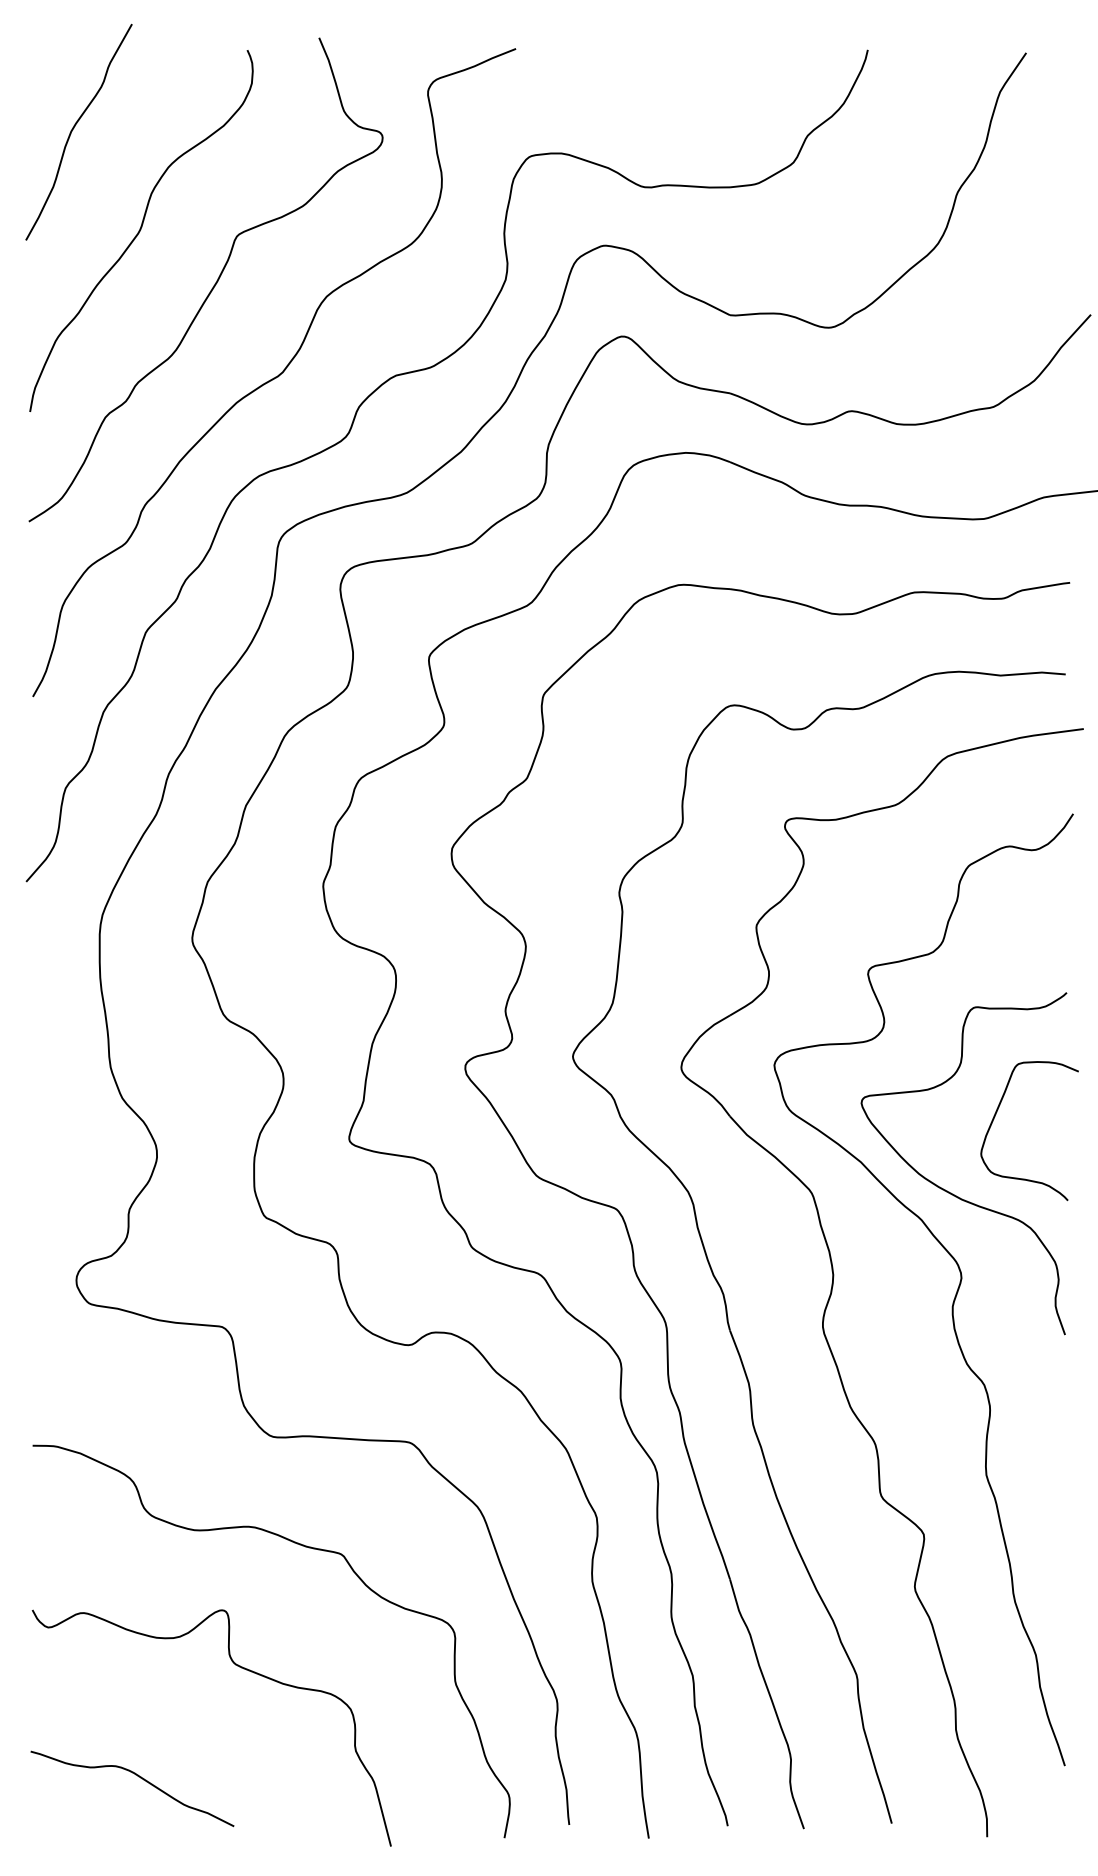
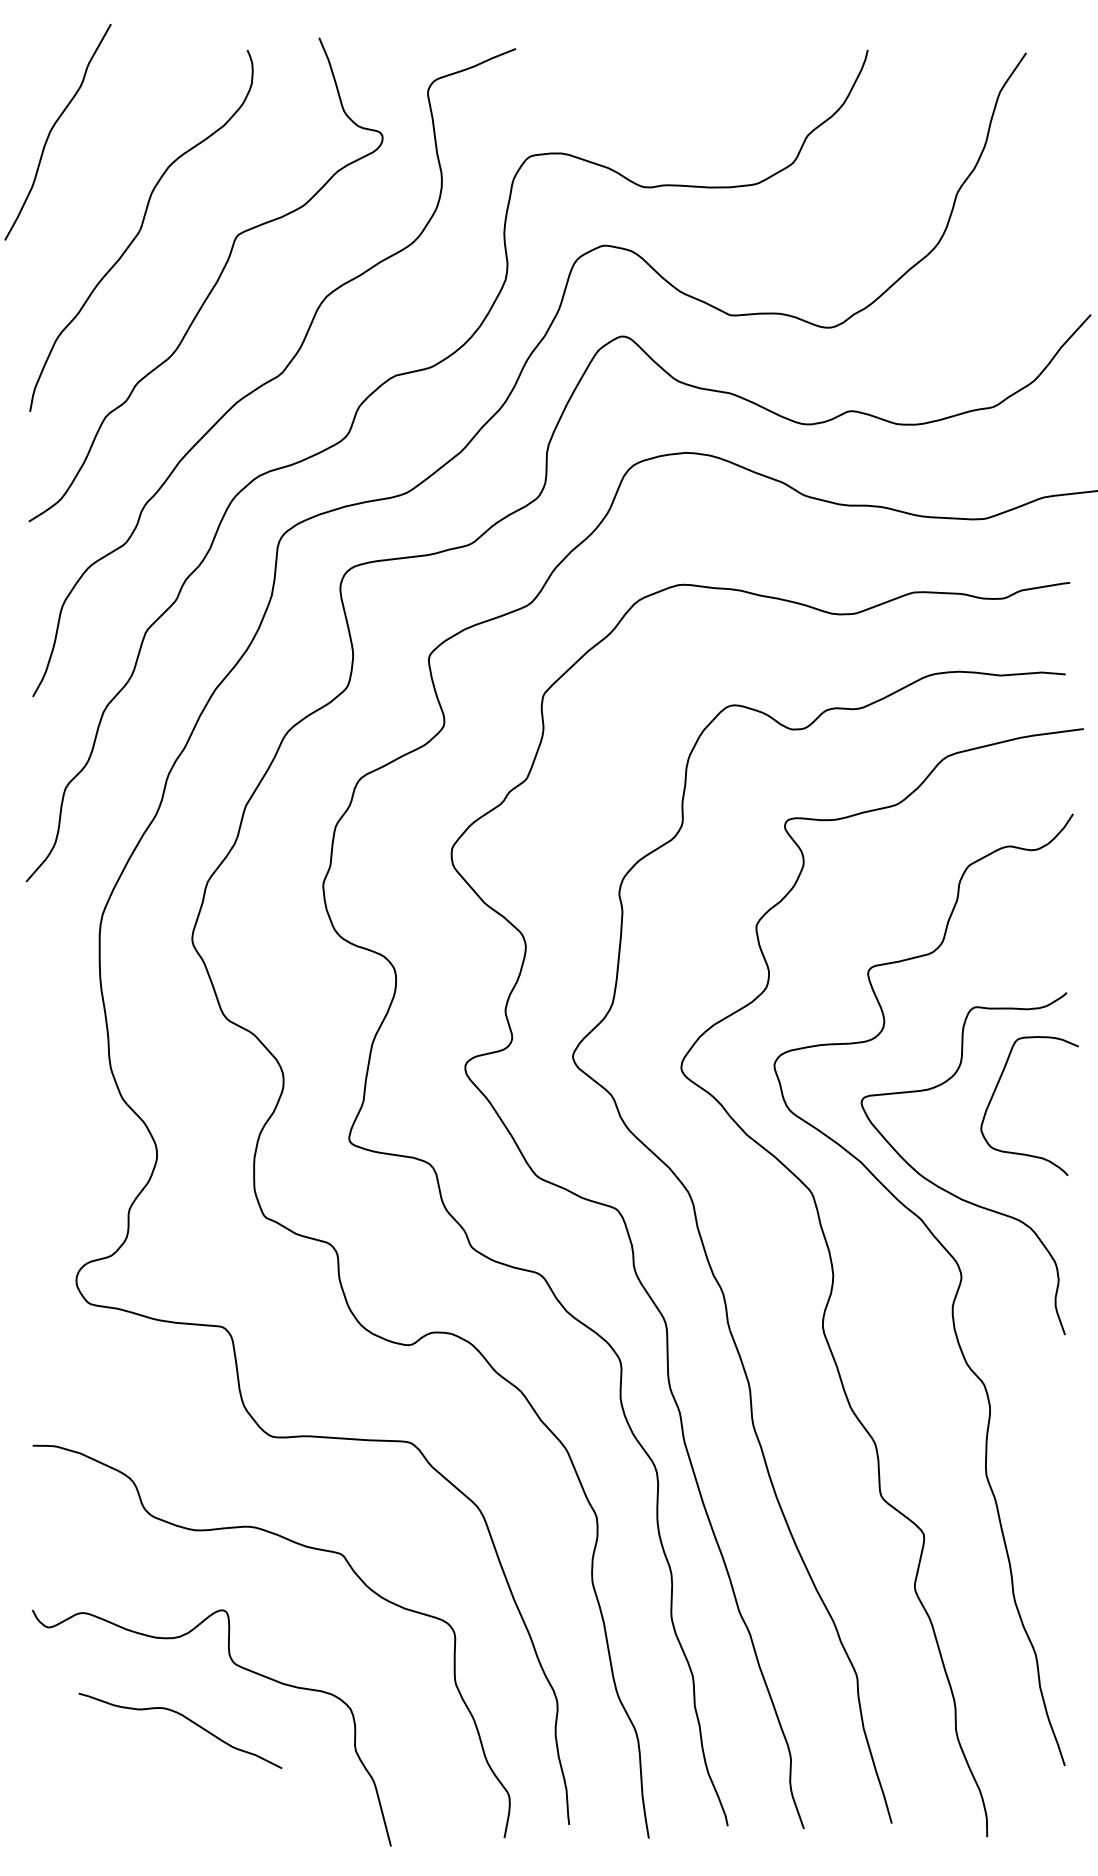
curve at (74, 128) position: (74, 128) -> (53, 128)
curve at (994, 1119) position: (994, 1119) -> (994, 1094)
curve at (140, 1778) position: (140, 1778) -> (188, 1720)
